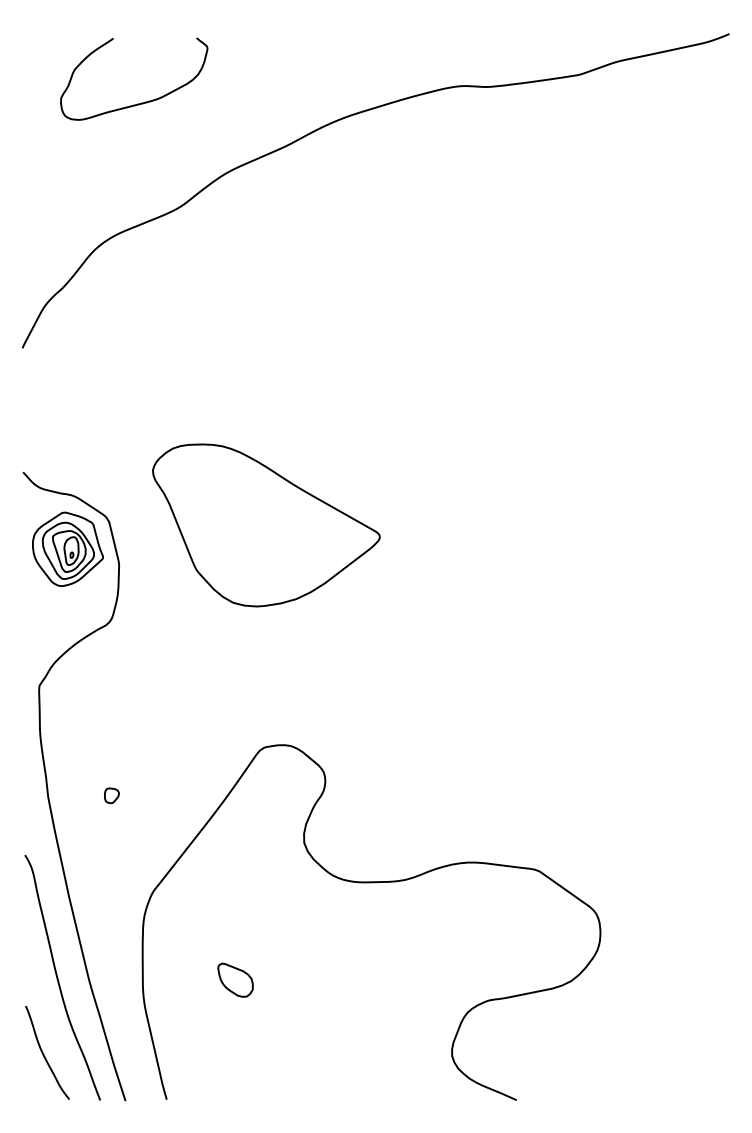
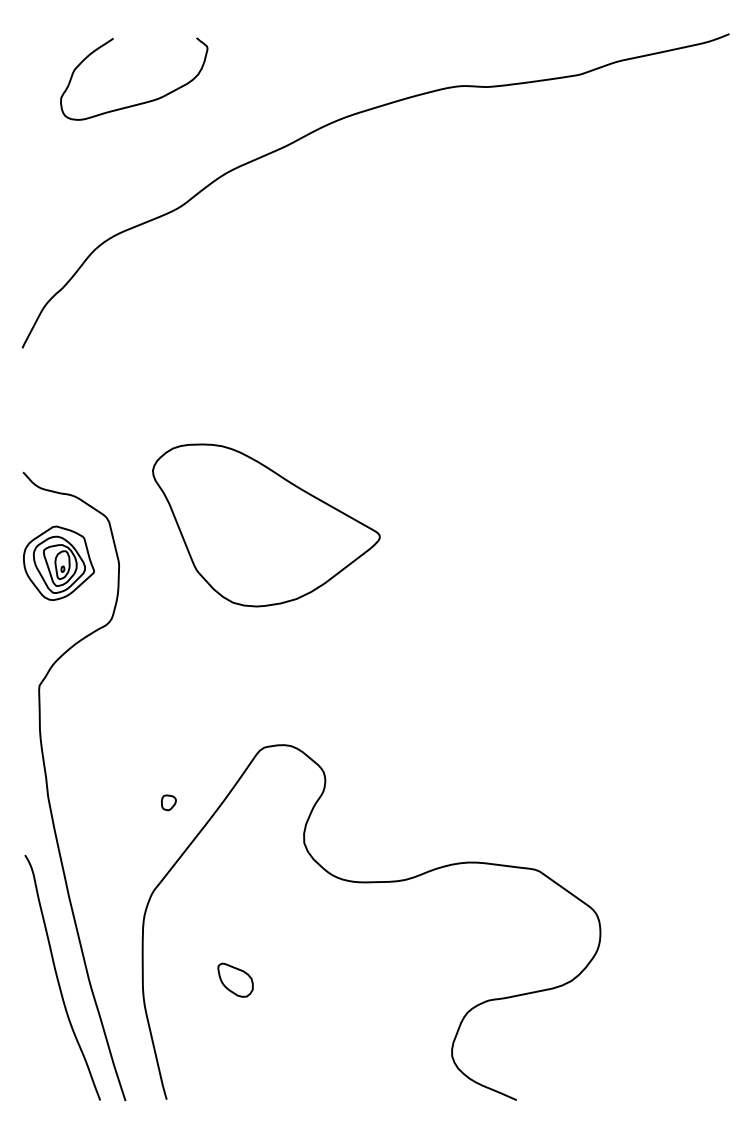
part at (67, 548) position: (67, 548) -> (58, 562)
part at (111, 795) position: (111, 795) -> (168, 802)
curve at (44, 1054): present -> none
